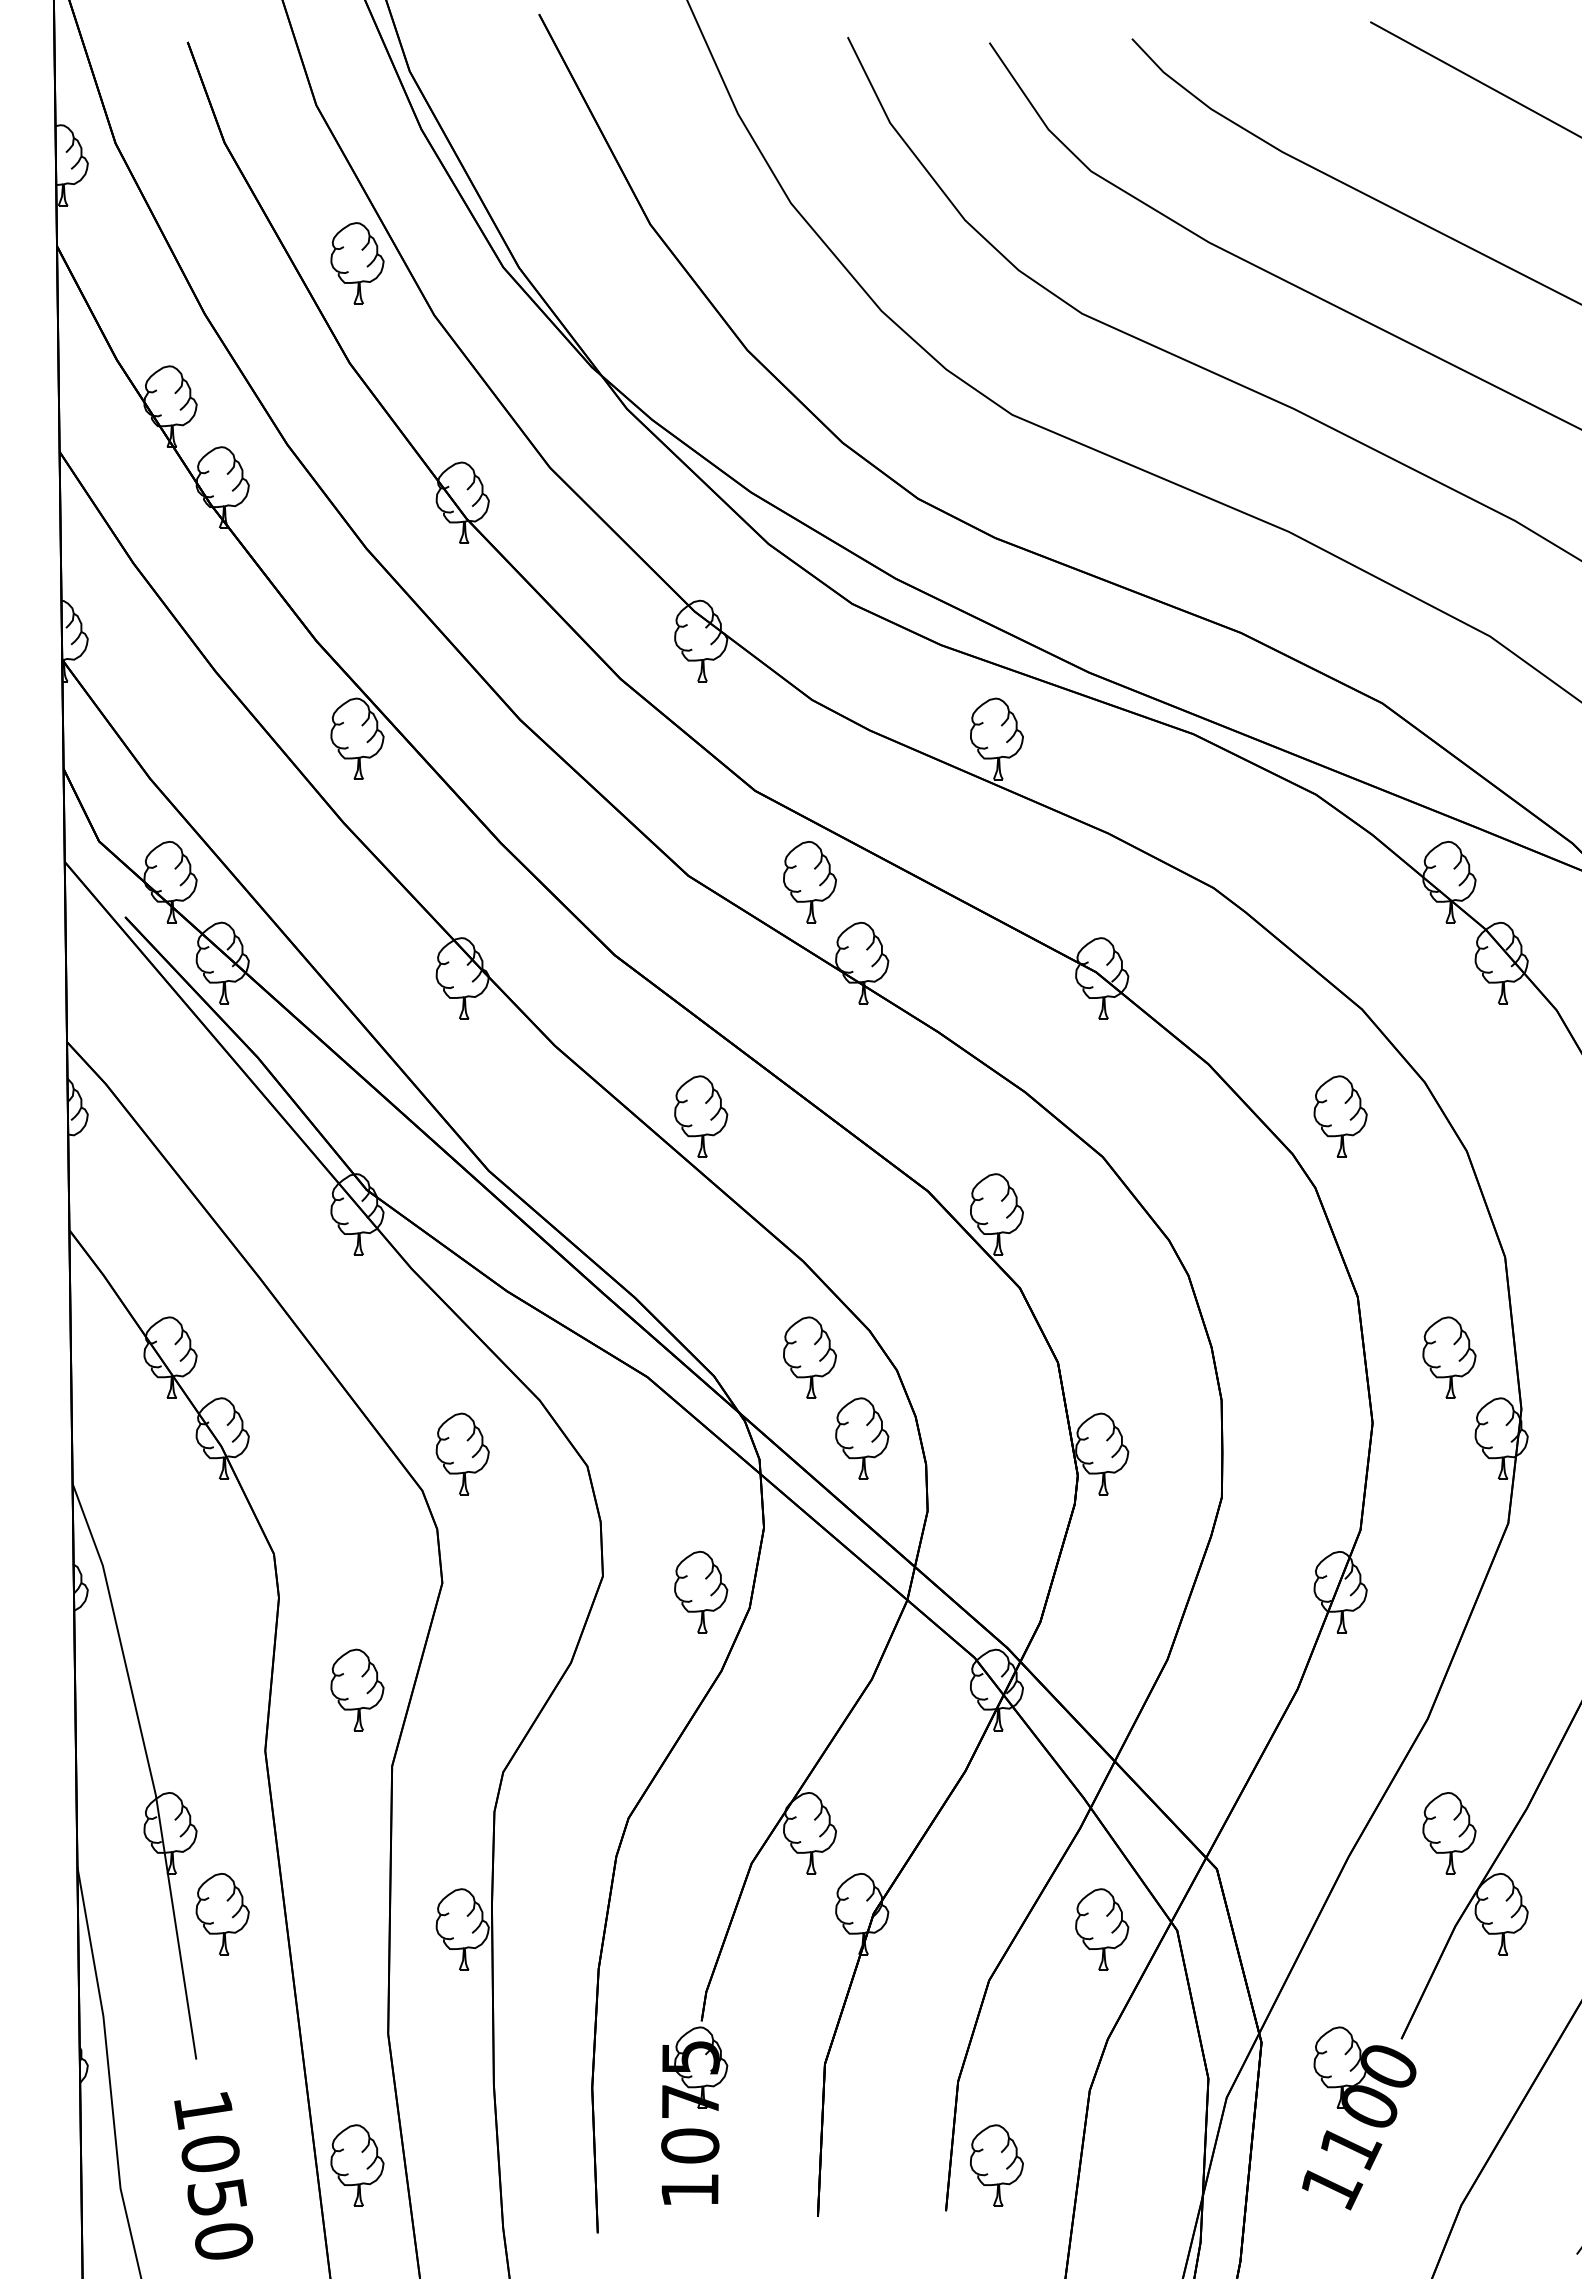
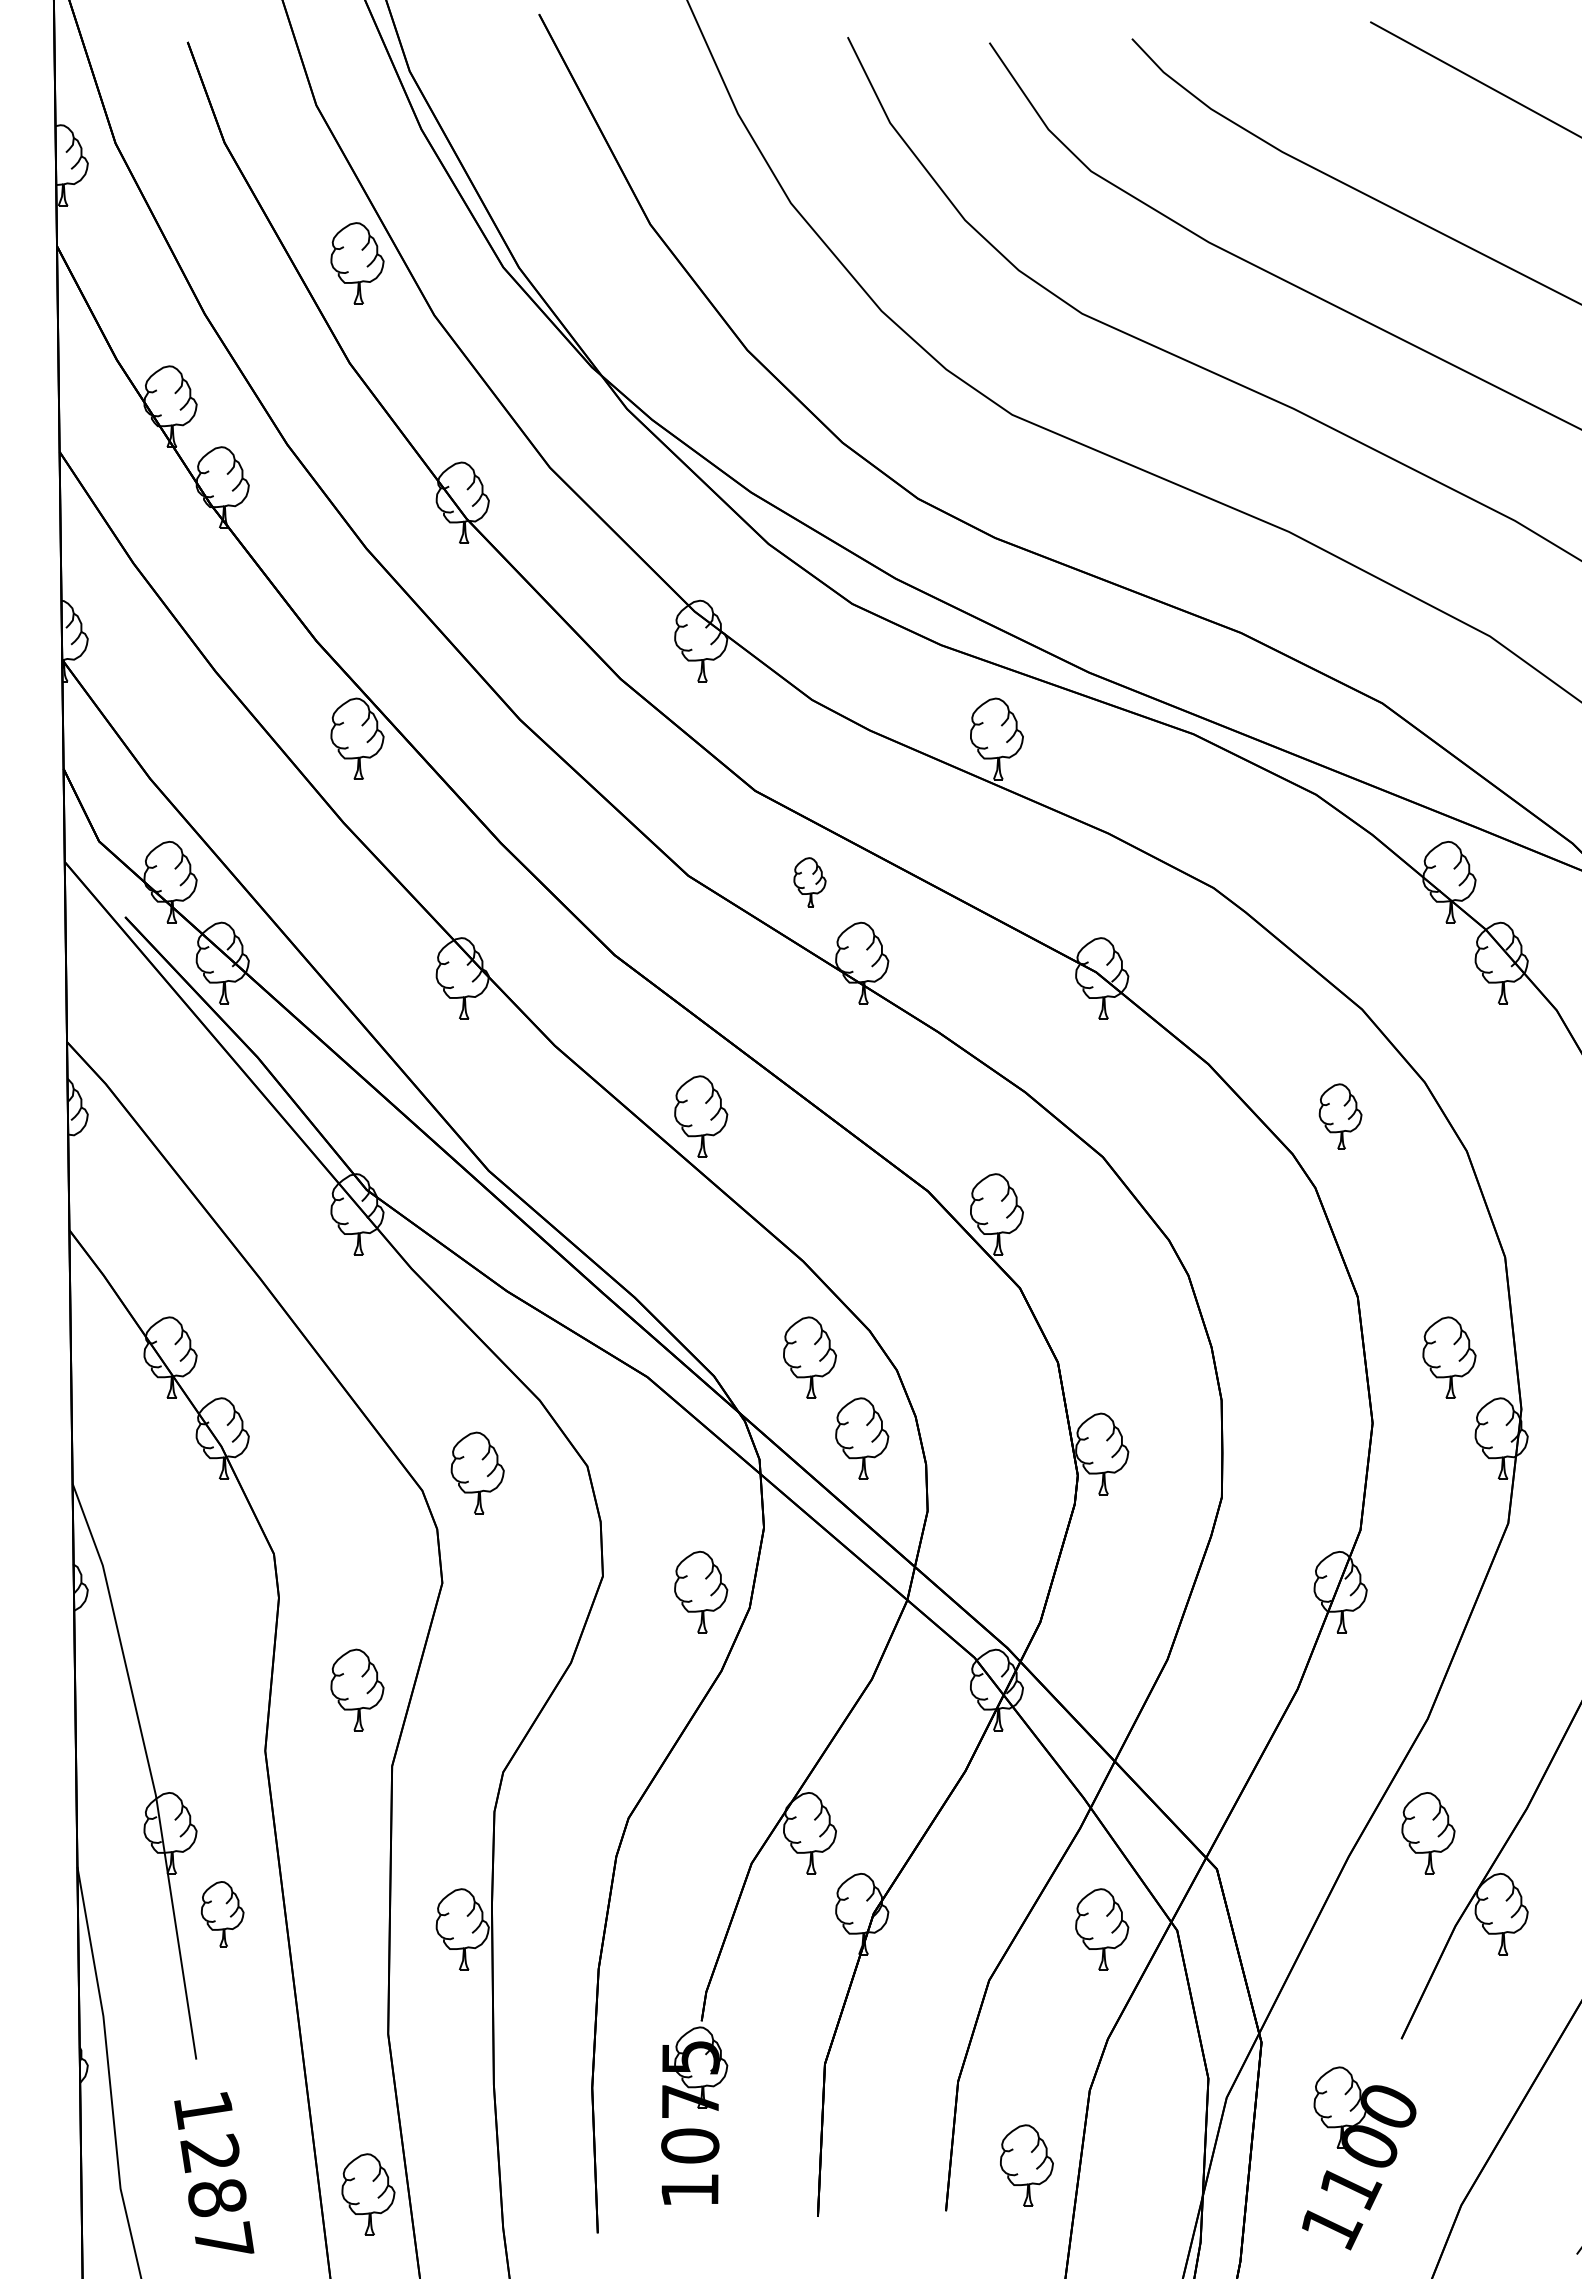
part at (809, 882) size: 54x83 px -> 34x51 px
part at (1340, 1116) size: 55x83 px -> 45x67 px
part at (462, 1453) position: (462, 1453) -> (477, 1472)
part at (1449, 1833) position: (1449, 1833) -> (1428, 1833)
part at (222, 1914) size: 55x83 px -> 44x67 px
part at (1359, 2118) position: (1359, 2118) -> (1359, 2158)
part at (357, 2165) position: (357, 2165) -> (368, 2194)
part at (996, 2165) position: (996, 2165) -> (1026, 2165)
text at (217, 2196): 1050 -> 1287
